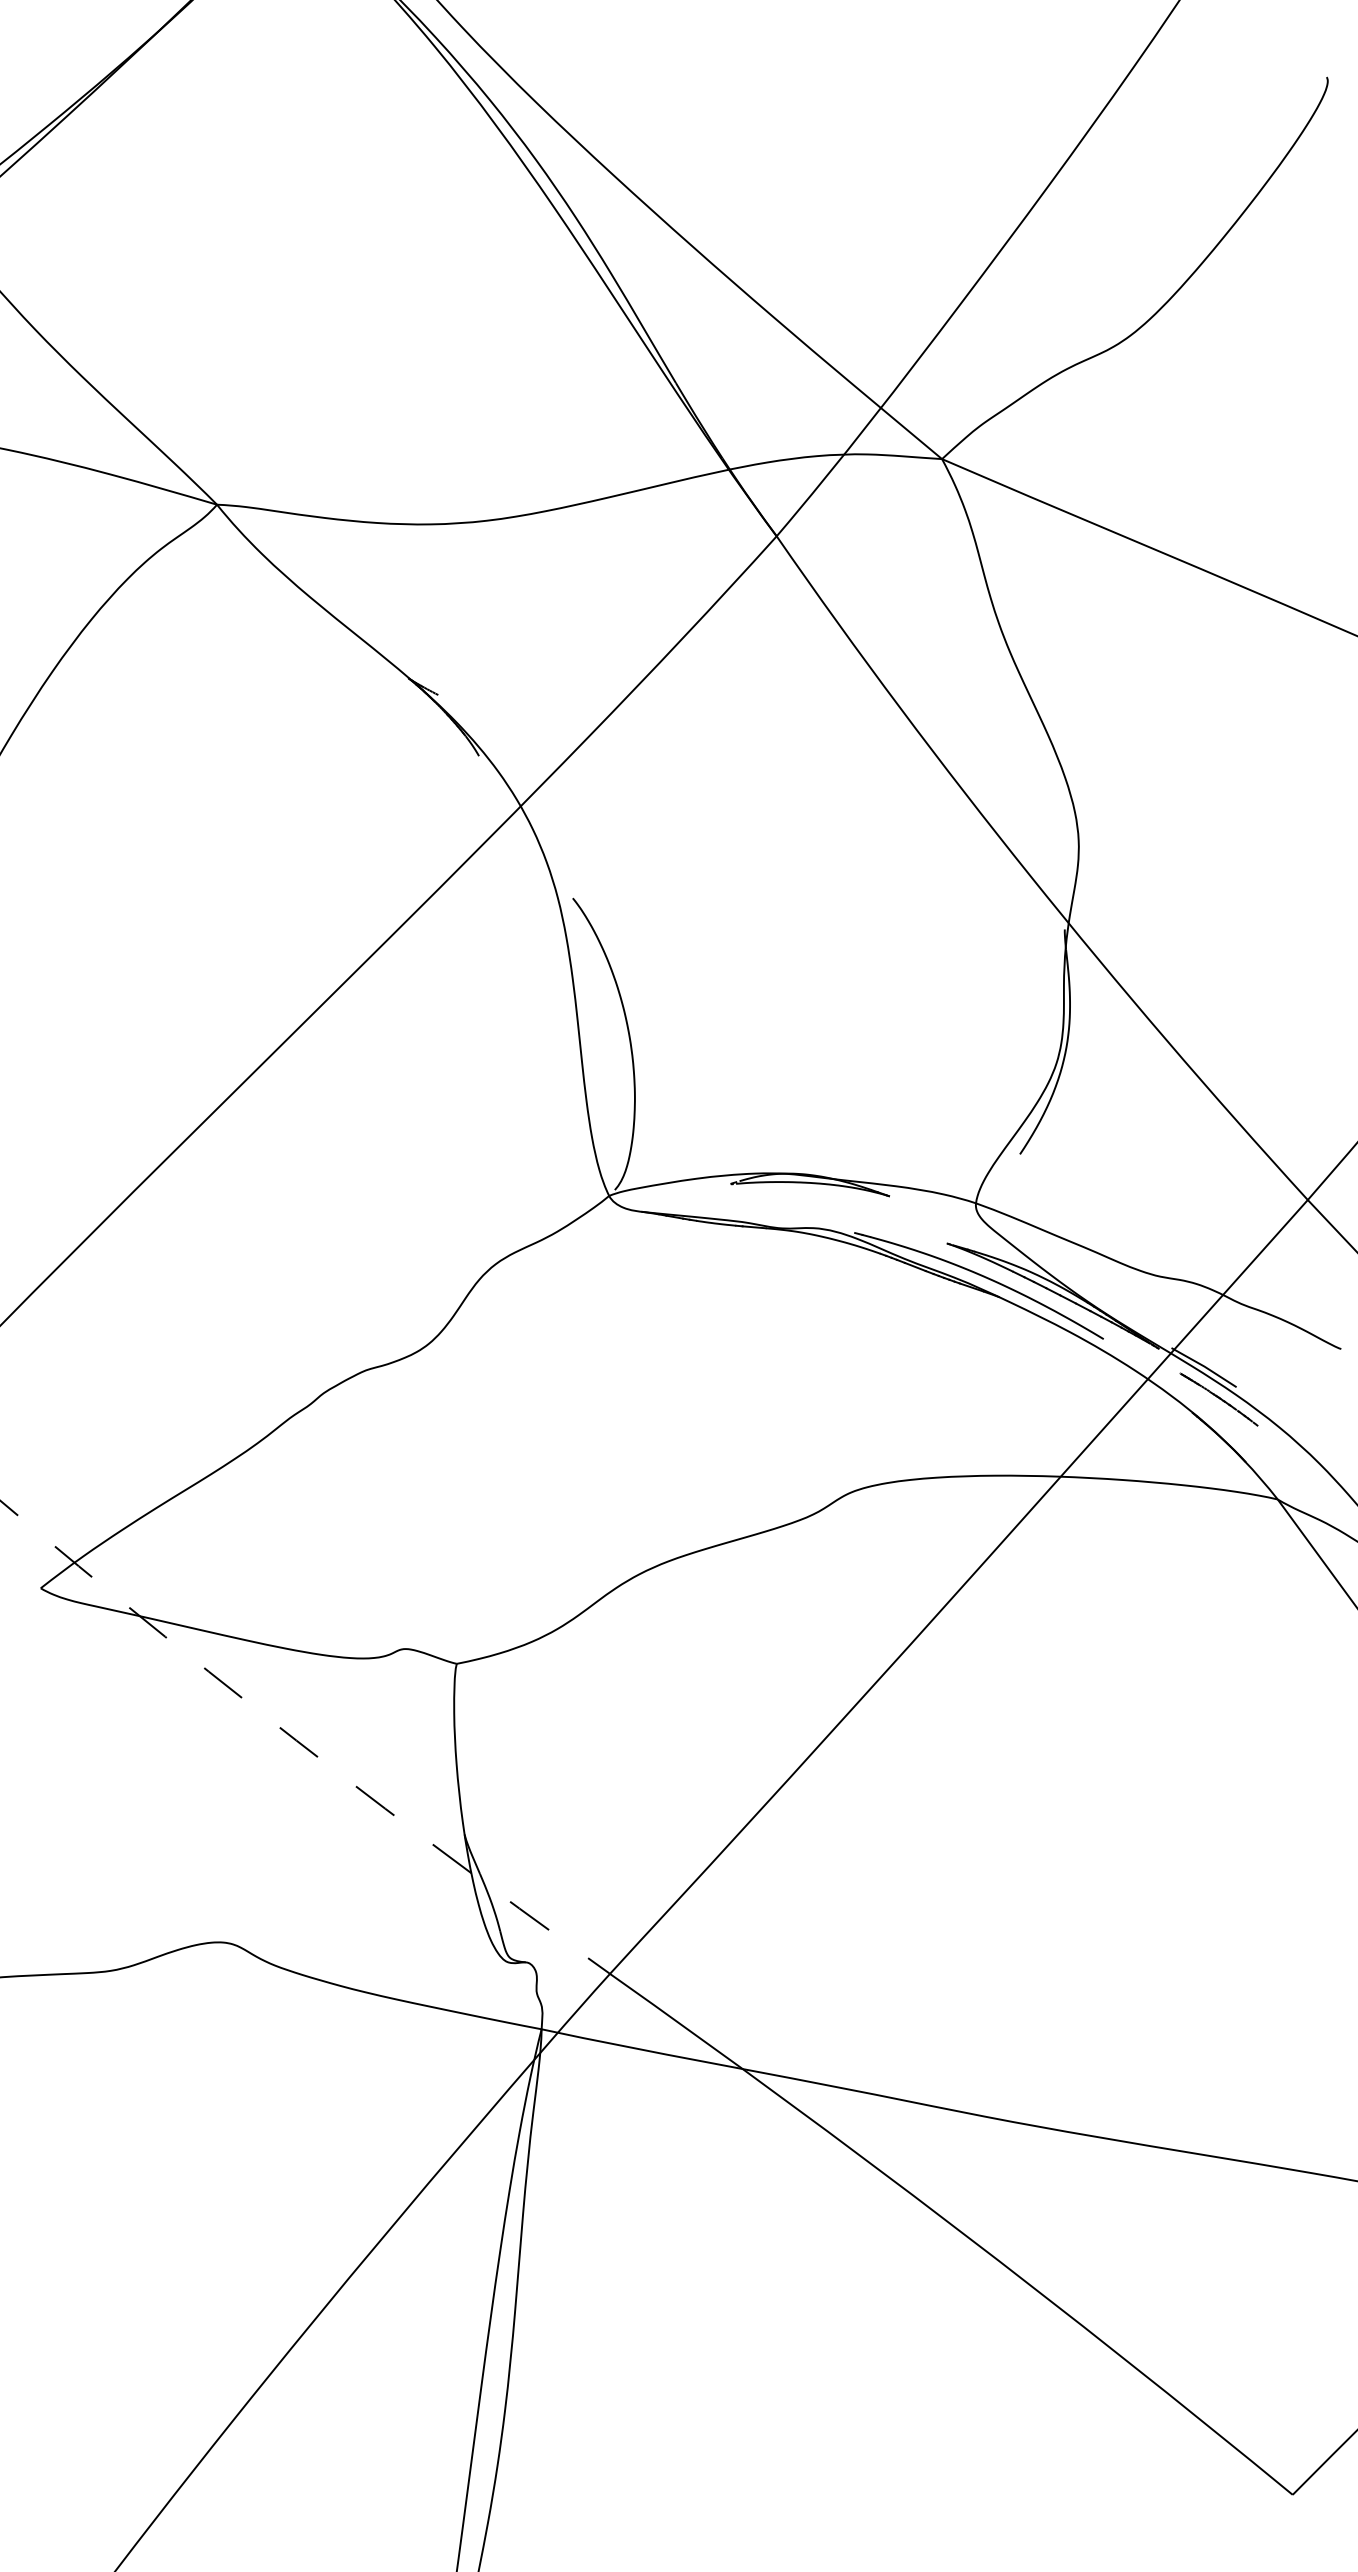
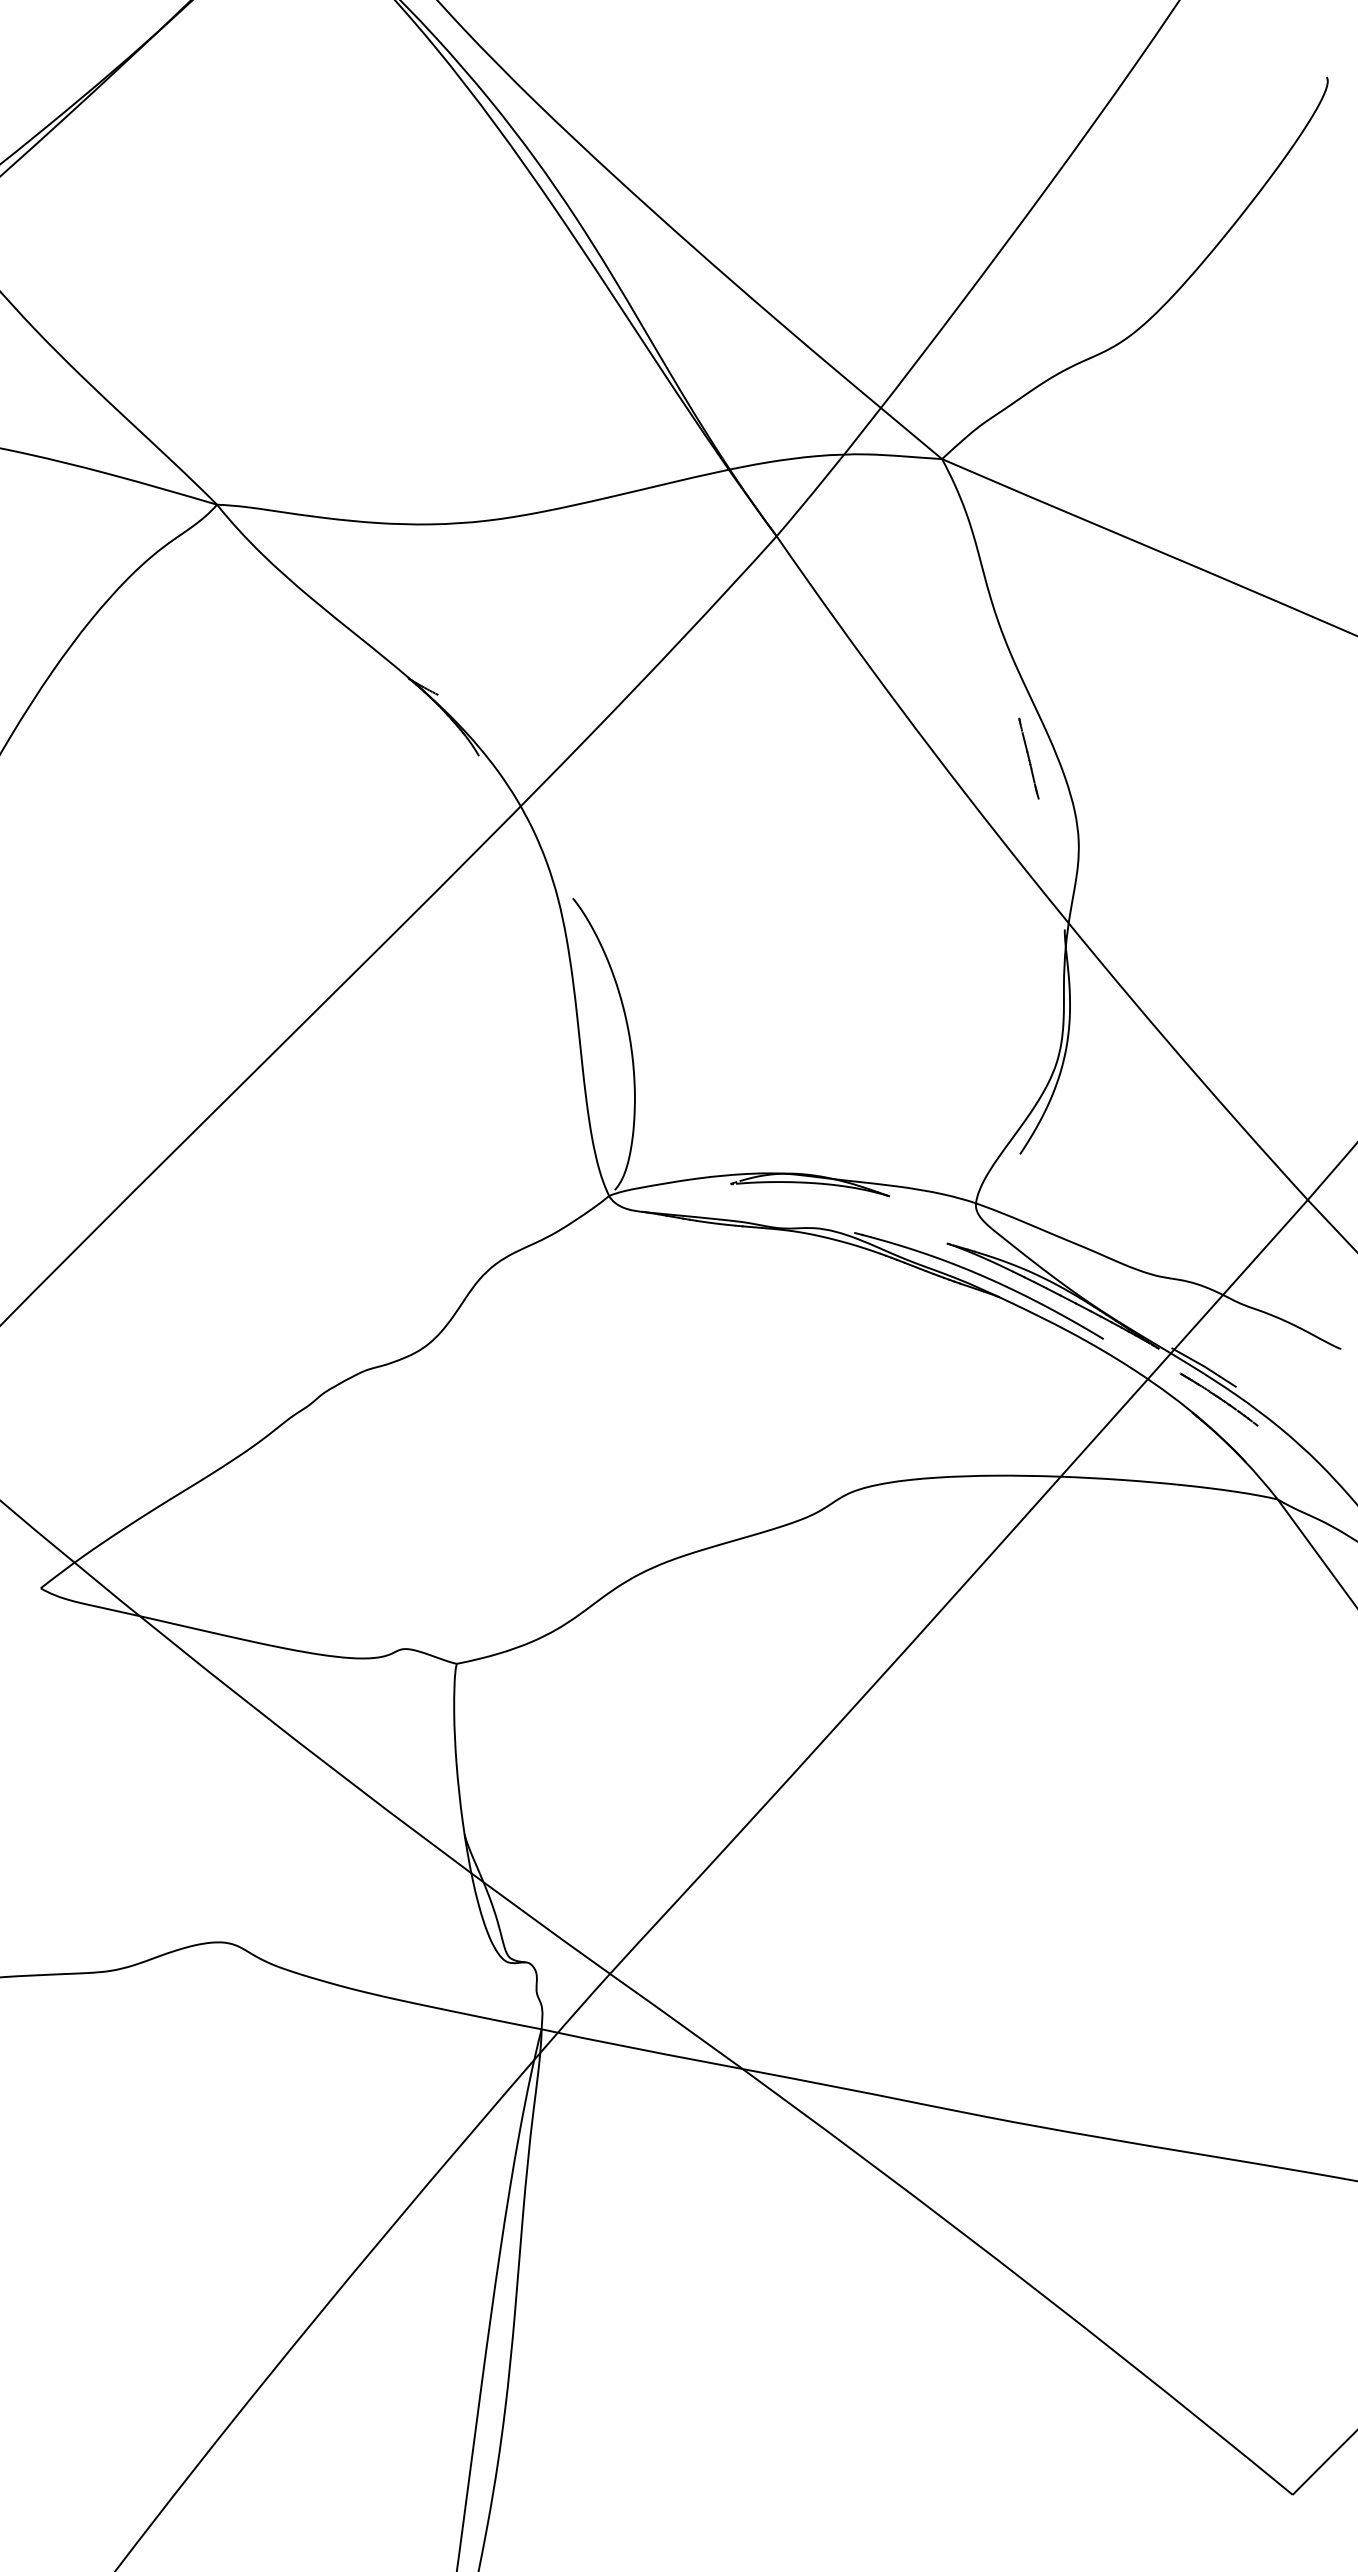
line at (1028, 758): none -> present
arc at (300, 1743): dashed -> solid
